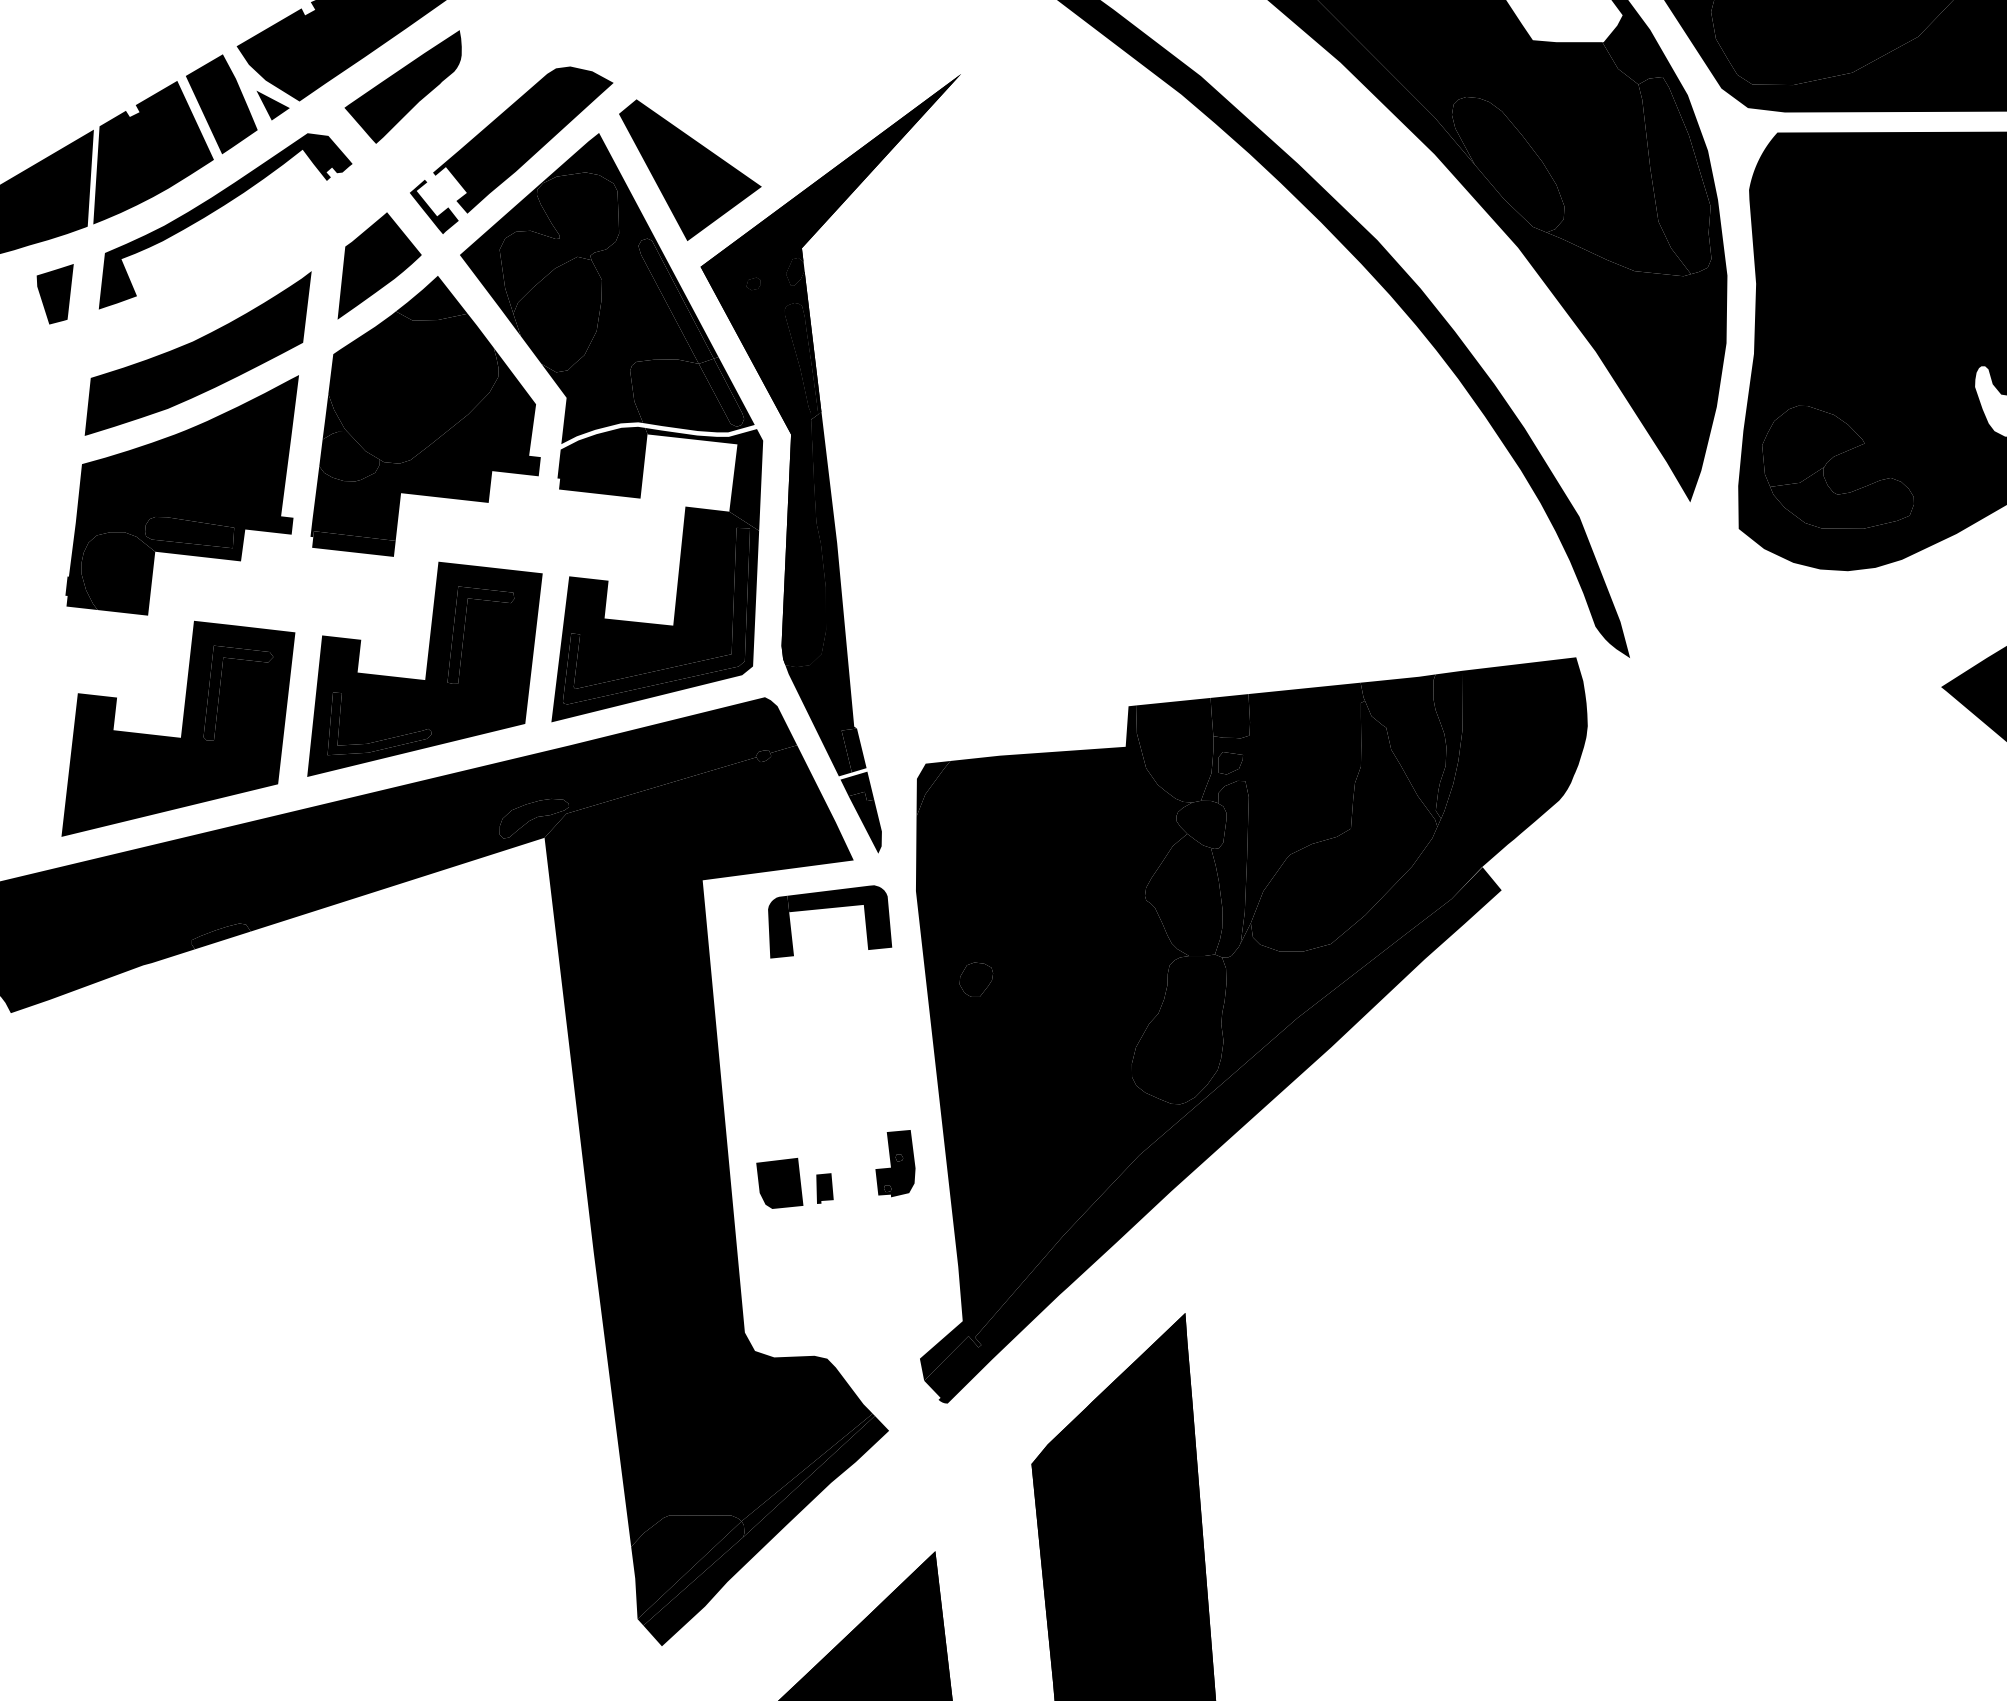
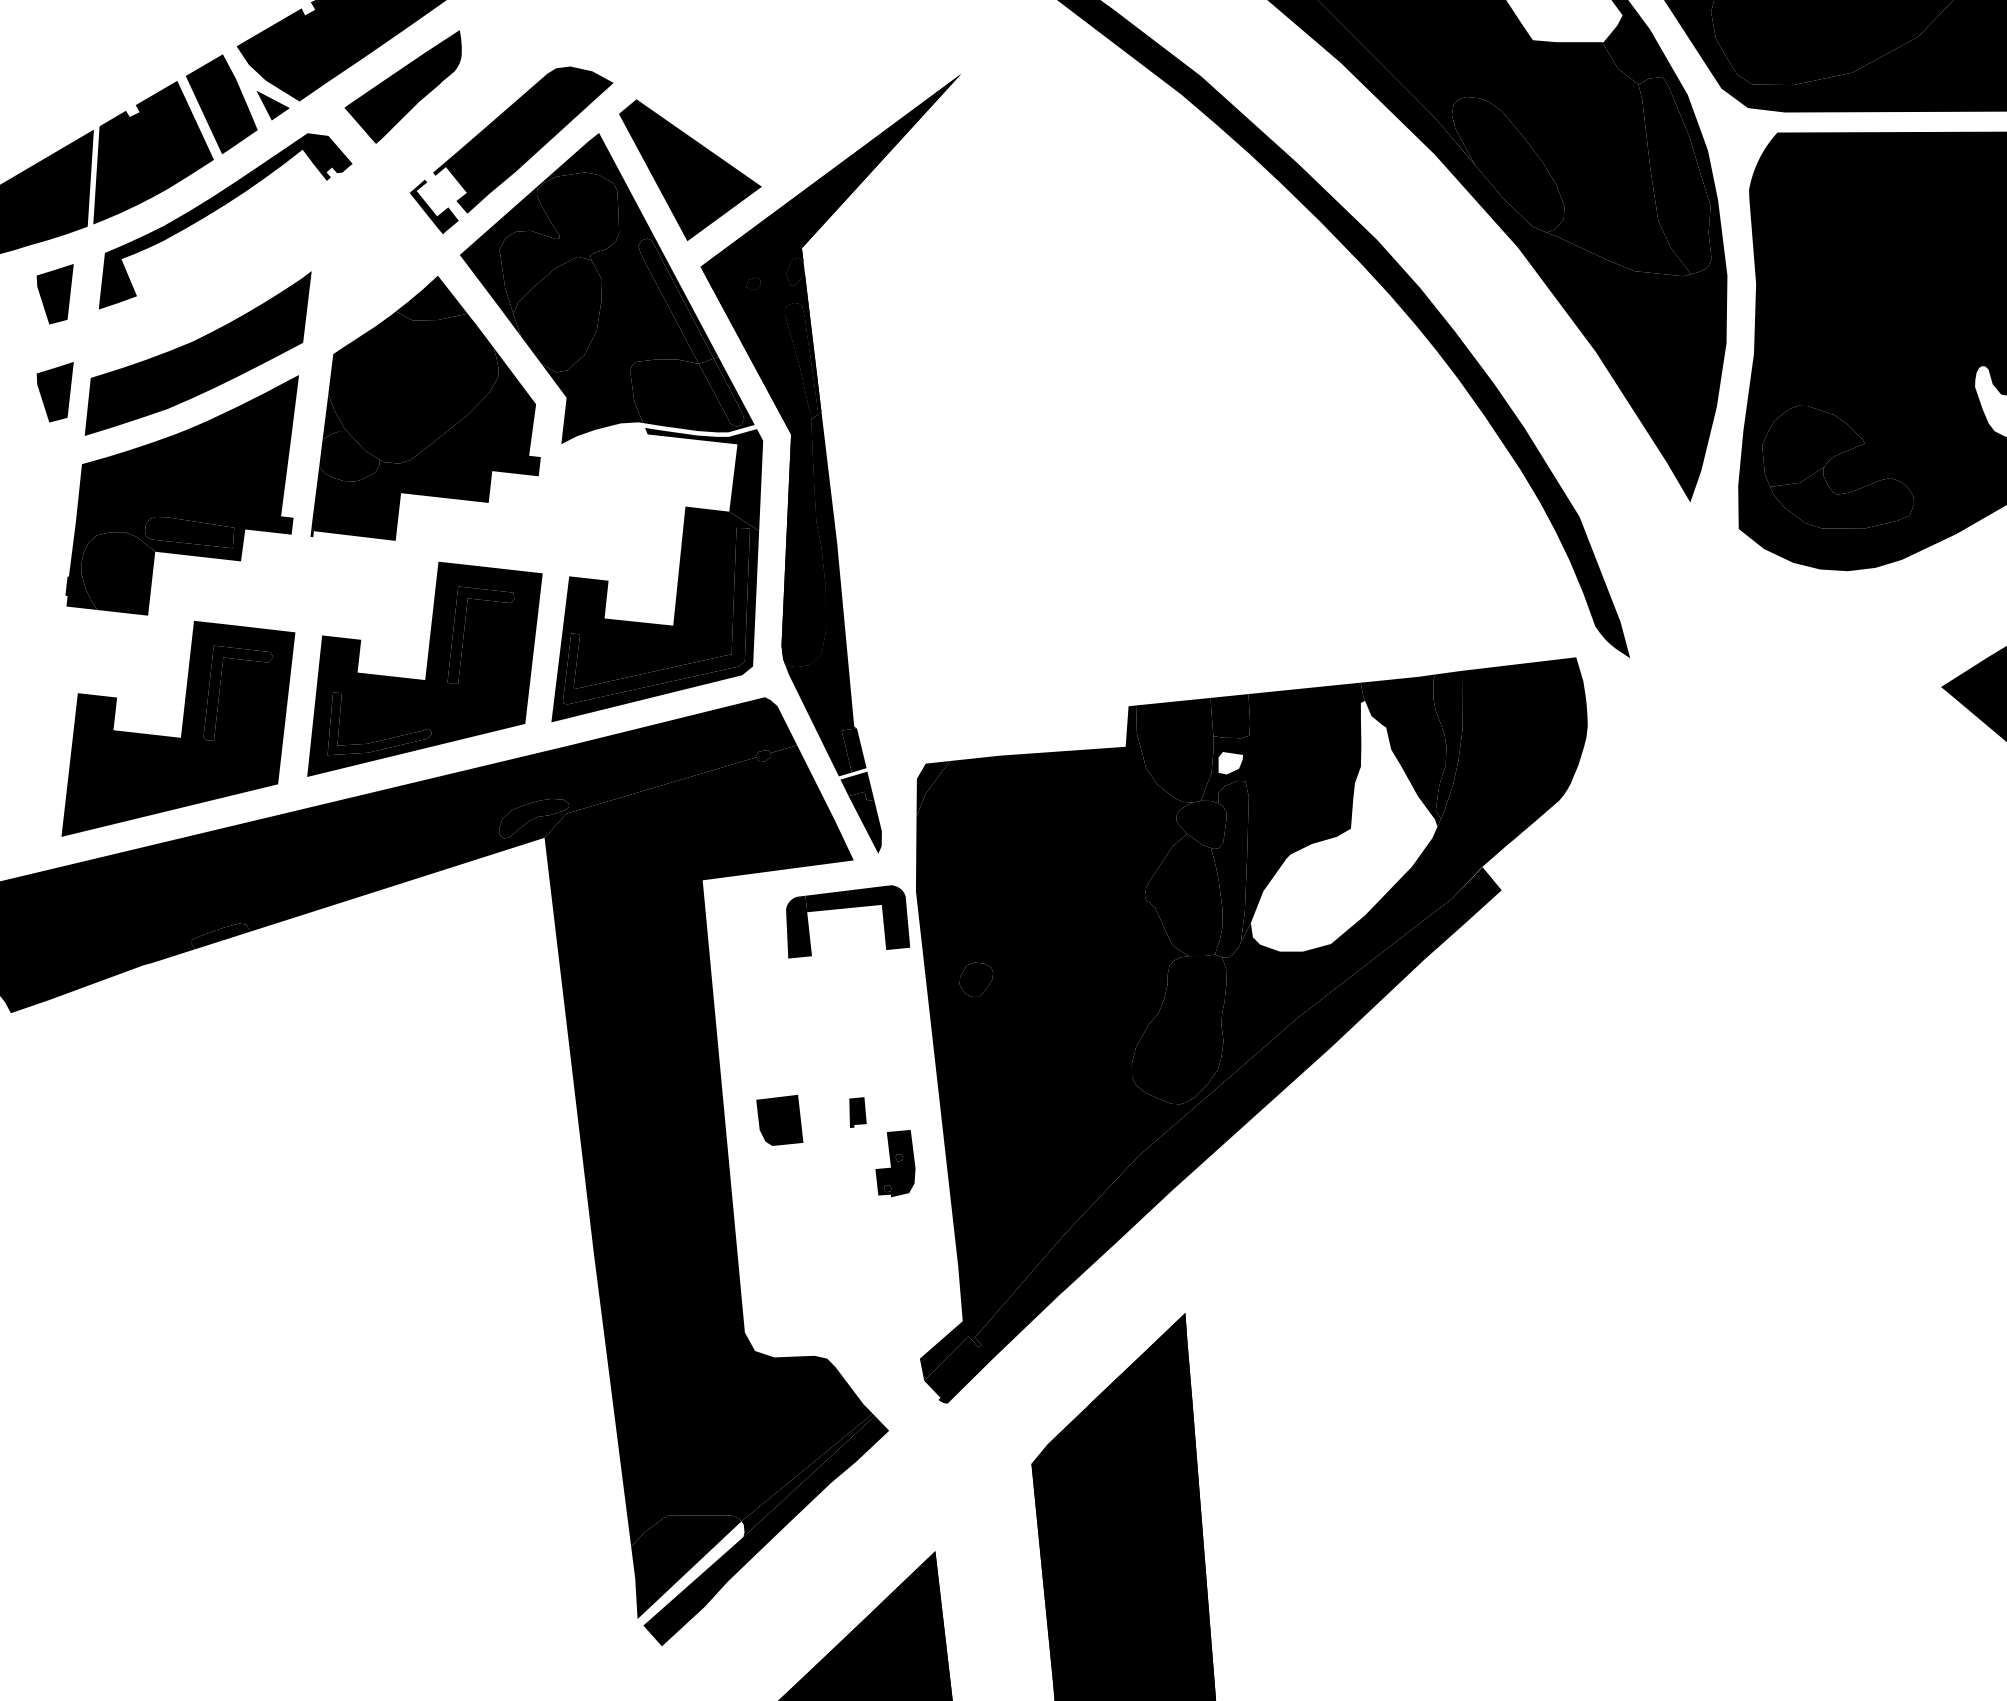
part at (379, 265): present -> none
part at (54, 392): none -> present
fill at (602, 462): present -> none
fill at (353, 543): present -> none
fill at (1230, 763): present -> none
fill at (1343, 825): present -> none
part at (830, 908) position: (830, 908) -> (848, 908)
part at (779, 1182) position: (779, 1182) -> (779, 1119)
part at (824, 1188) position: (824, 1188) -> (857, 1112)
fill at (690, 1573): present -> none
